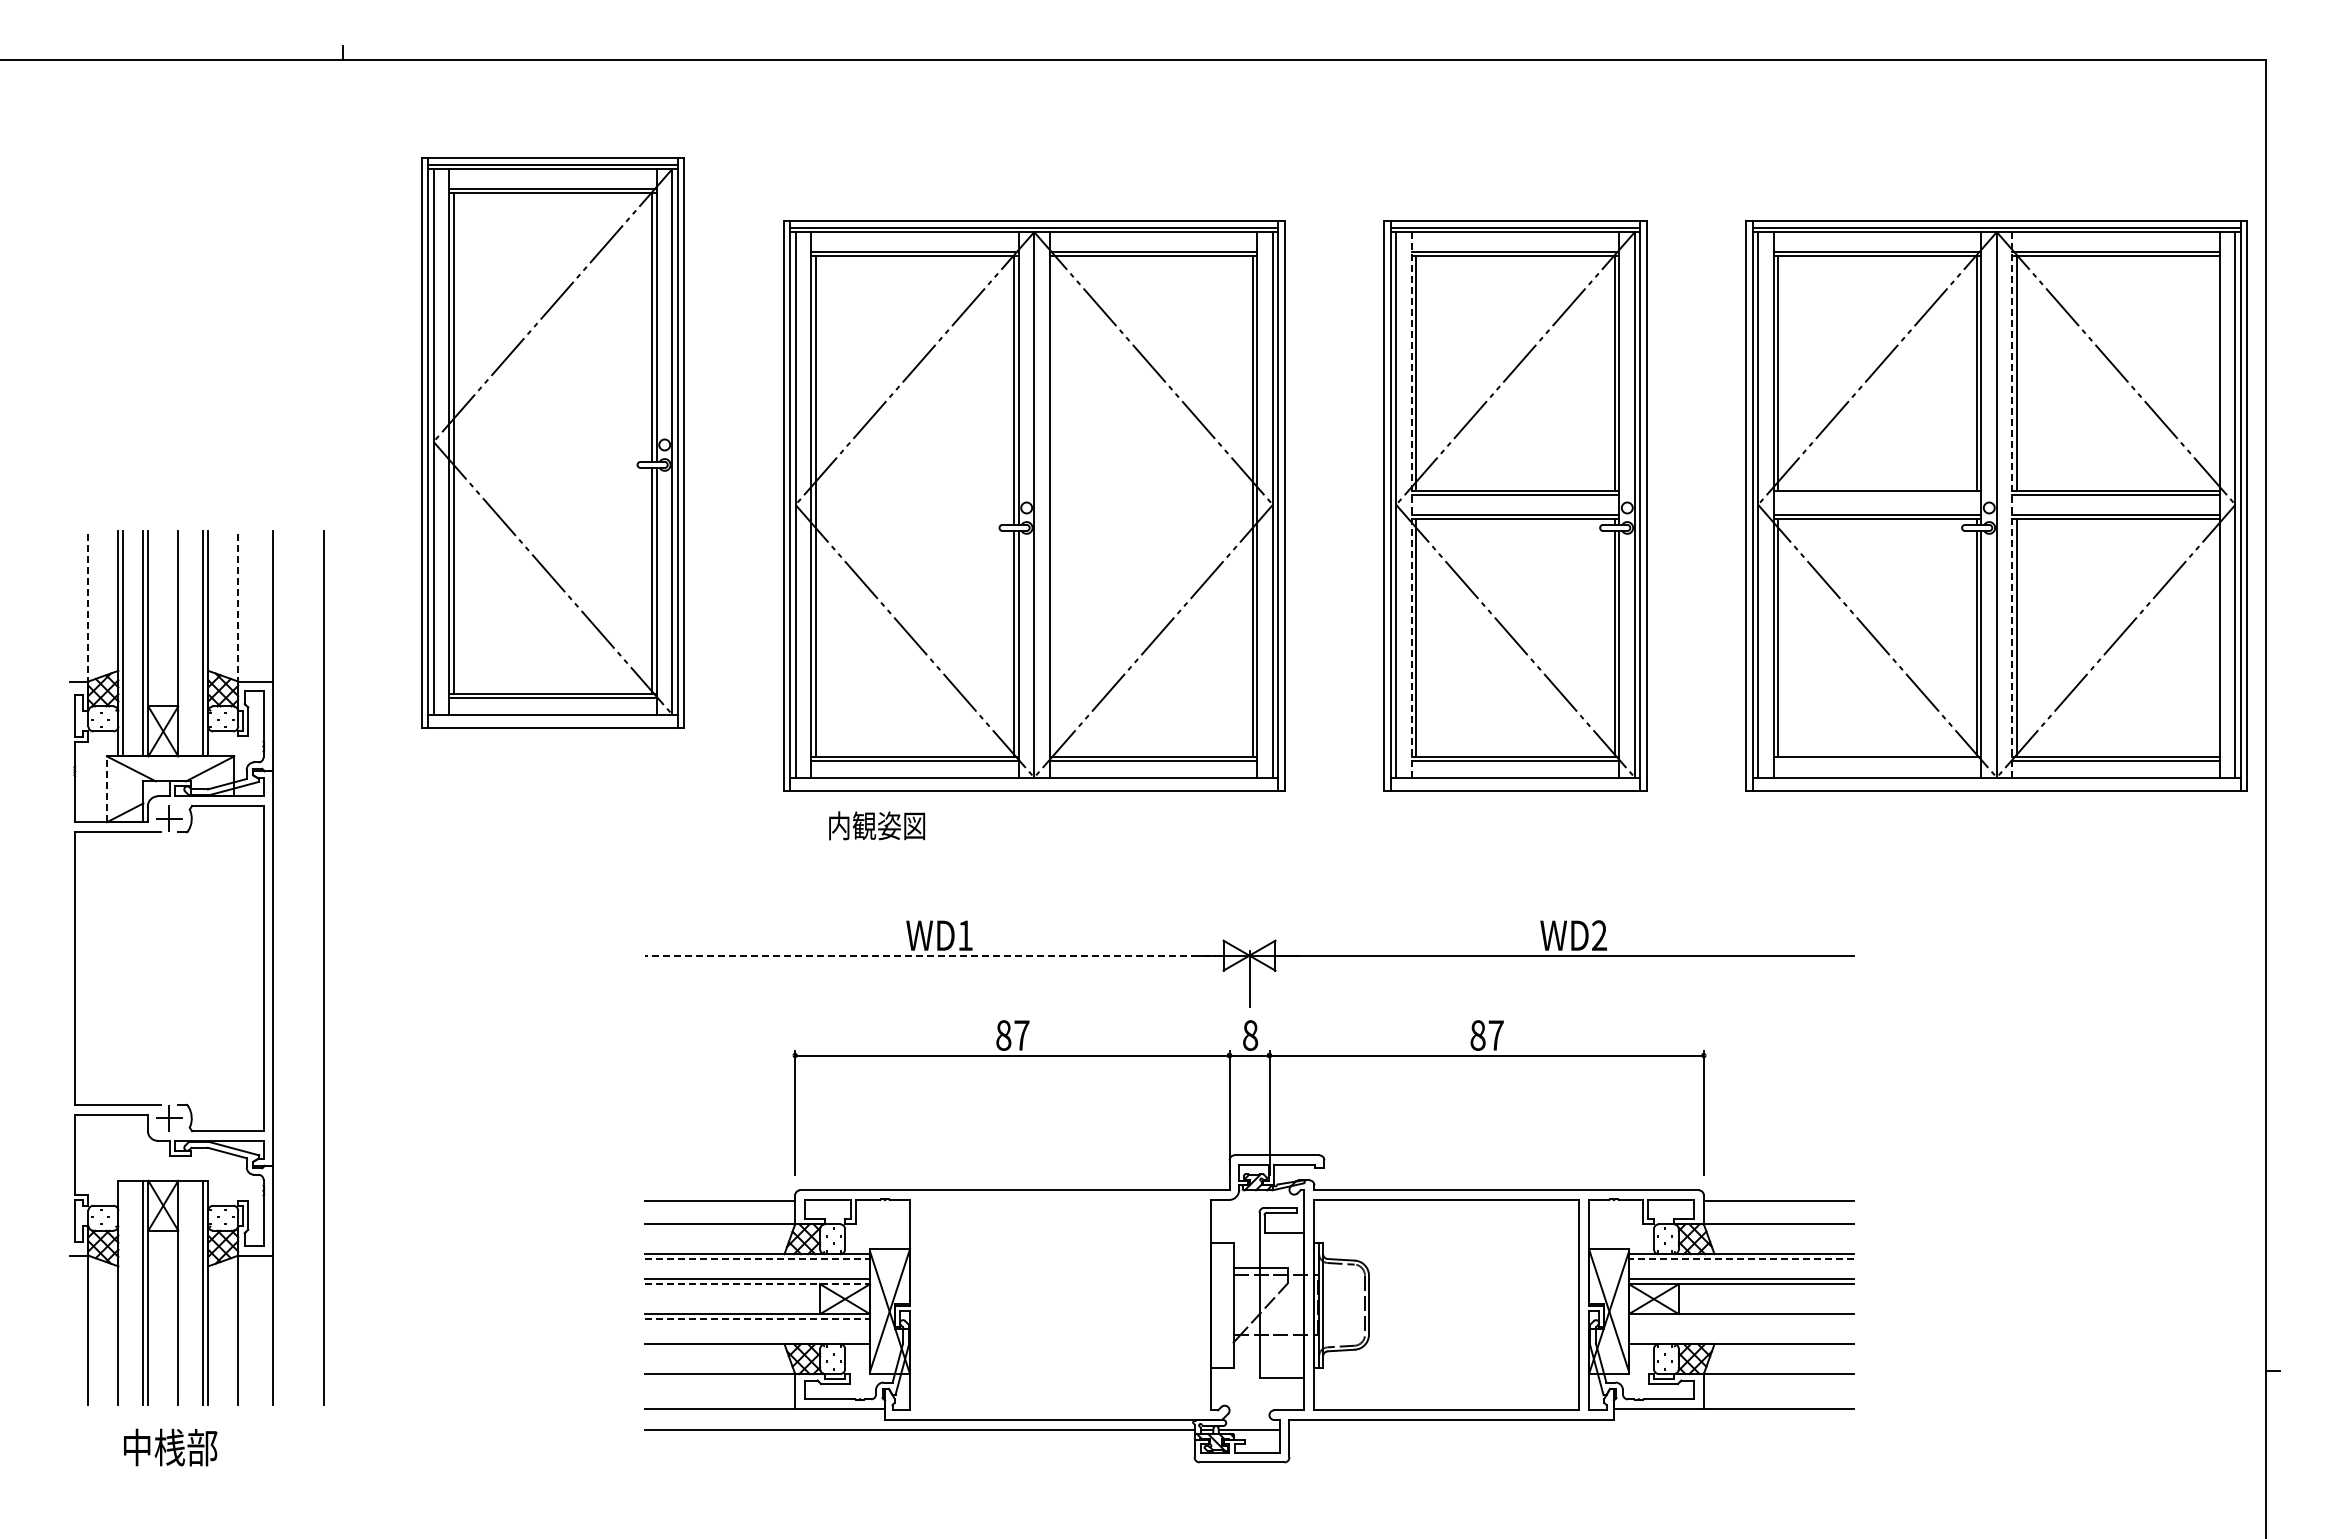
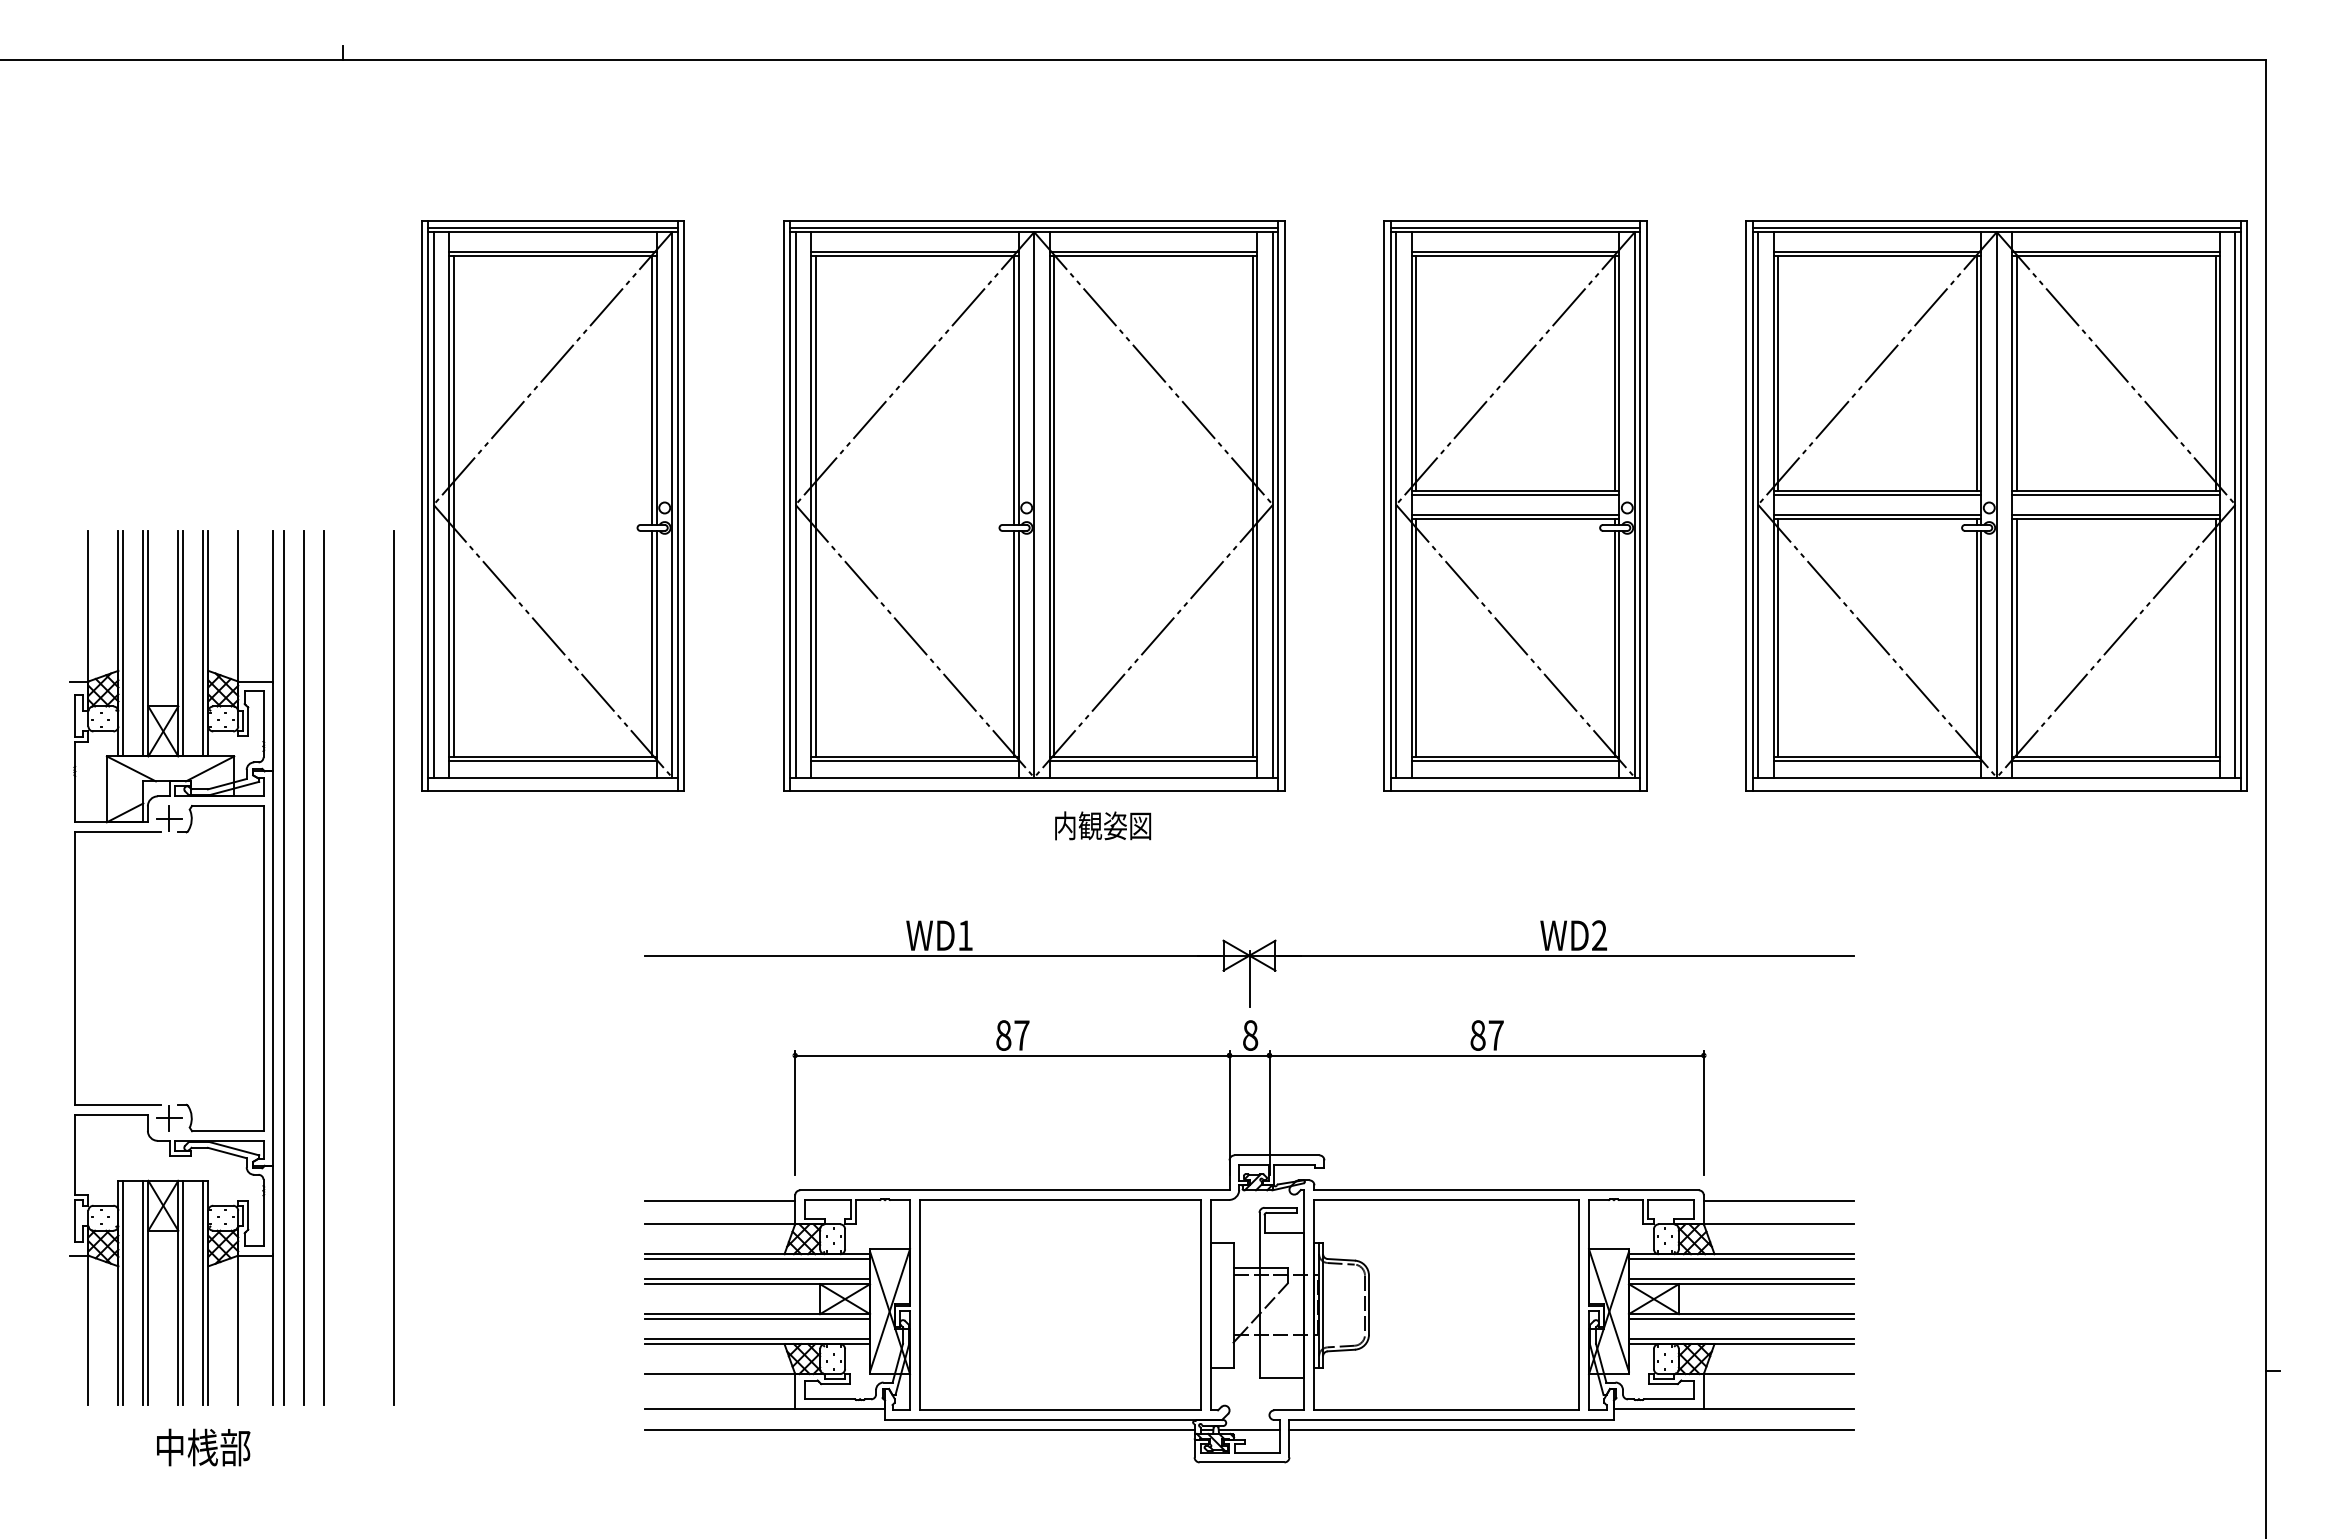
line at (2215, 373): none -> present
part at (552, 442) position: (552, 442) -> (552, 505)
line at (1877, 495): none -> present
line at (1411, 504): dashed -> solid
line at (2012, 504): dashed -> solid
line at (1054, 506): none -> present
line at (88, 607): dashed -> solid
line at (238, 607): dashed -> solid
line at (2215, 637): none -> present
line at (183, 643): none -> present
line at (1877, 761): none -> present
line at (106, 789): dashed -> solid
text at (877, 825) position: (877, 825) -> (1103, 825)
line at (932, 955): dashed -> solid
line at (304, 967): none -> present
line at (394, 967): none -> present
line at (284, 968): none -> present
line at (758, 1259): dashed -> solid
line at (1740, 1259): dashed -> solid
line at (758, 1284): dashed -> solid
line at (123, 1292): none -> present
line at (183, 1292): none -> present
part at (1060, 1304): none -> present
line at (758, 1319): dashed -> solid
line at (1740, 1319): none -> present
line at (757, 1339): none -> present
line at (1740, 1339): none -> present
line at (1571, 1429): none -> present
text at (170, 1447) position: (170, 1447) -> (203, 1447)
